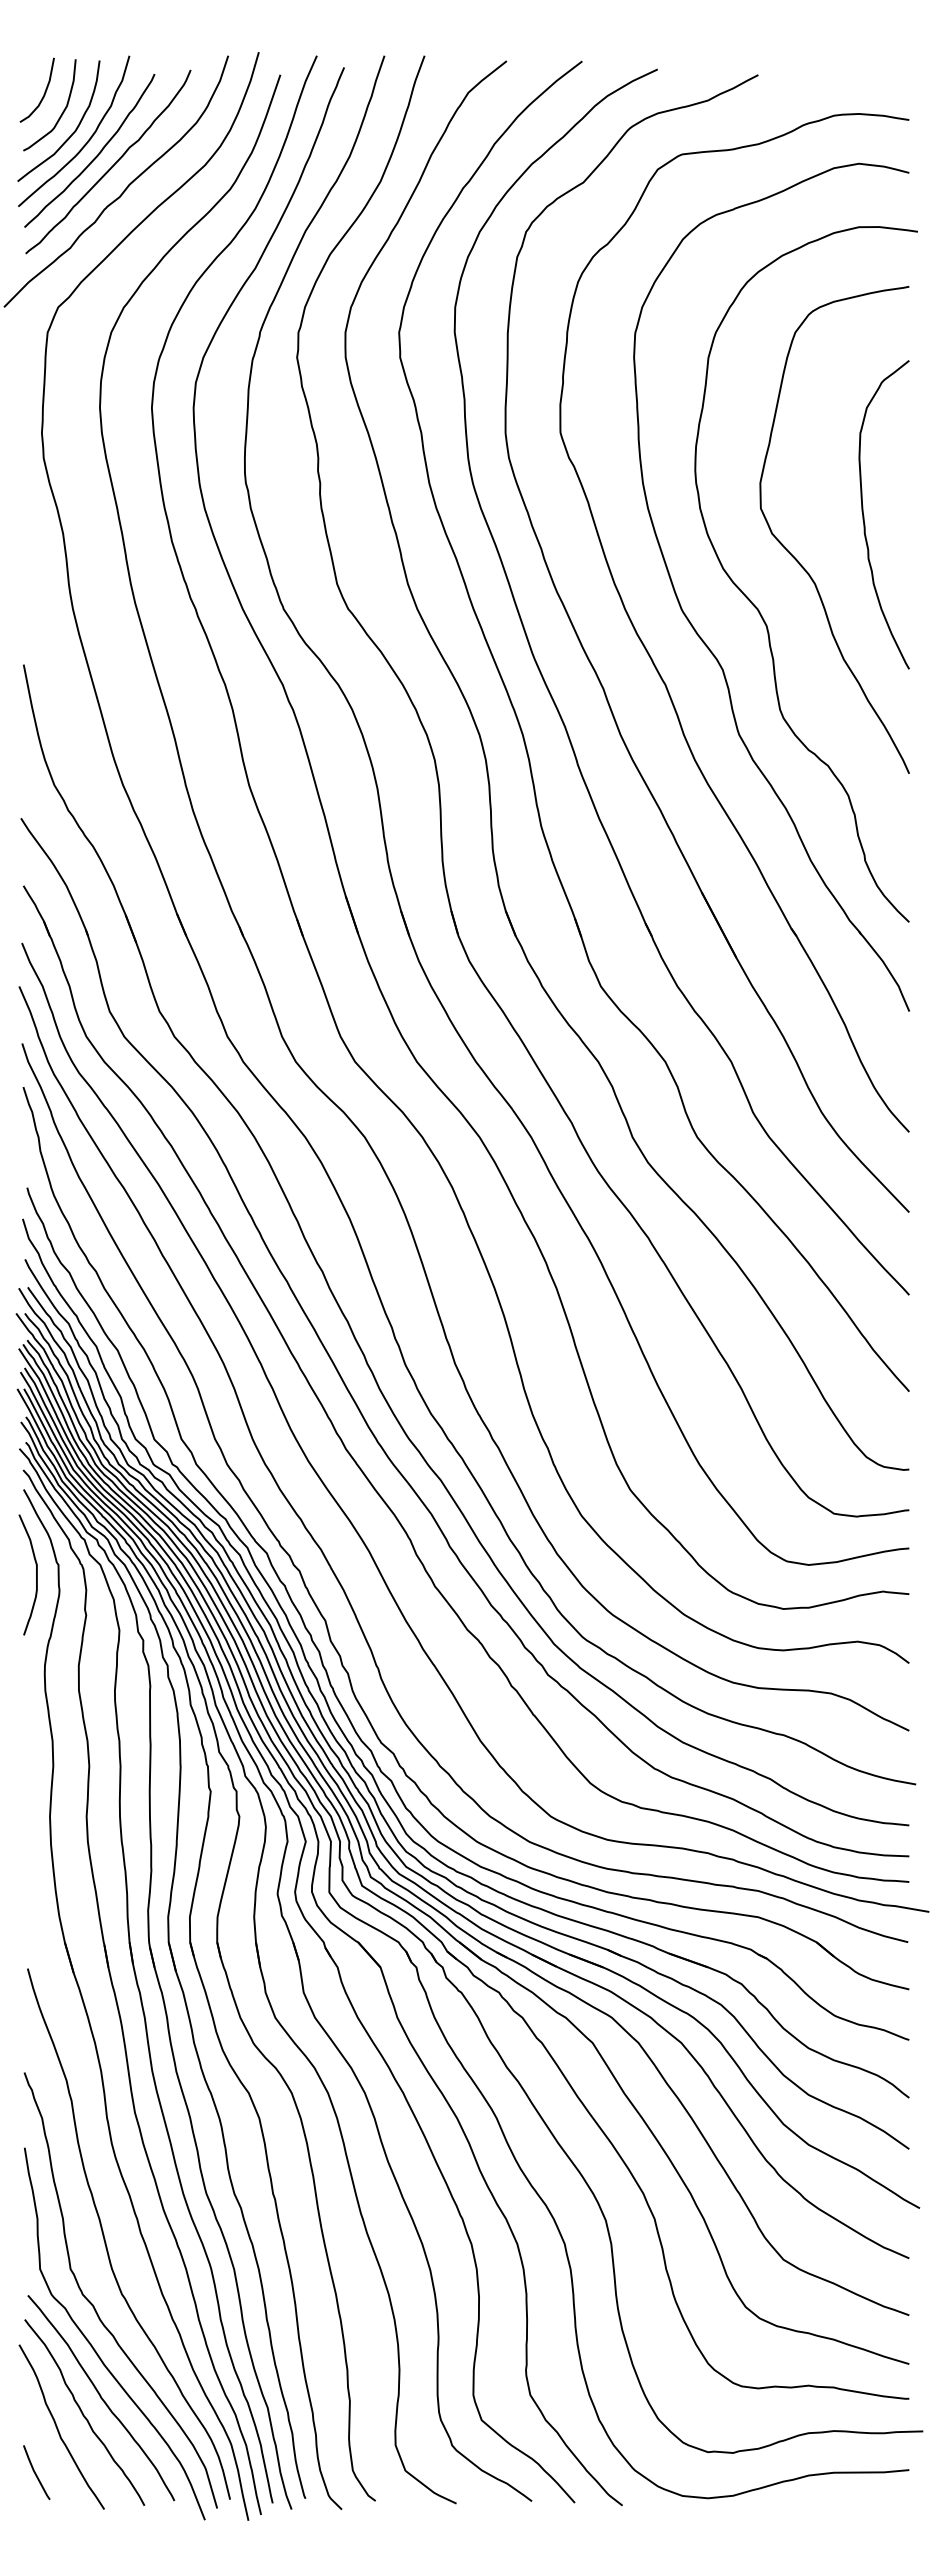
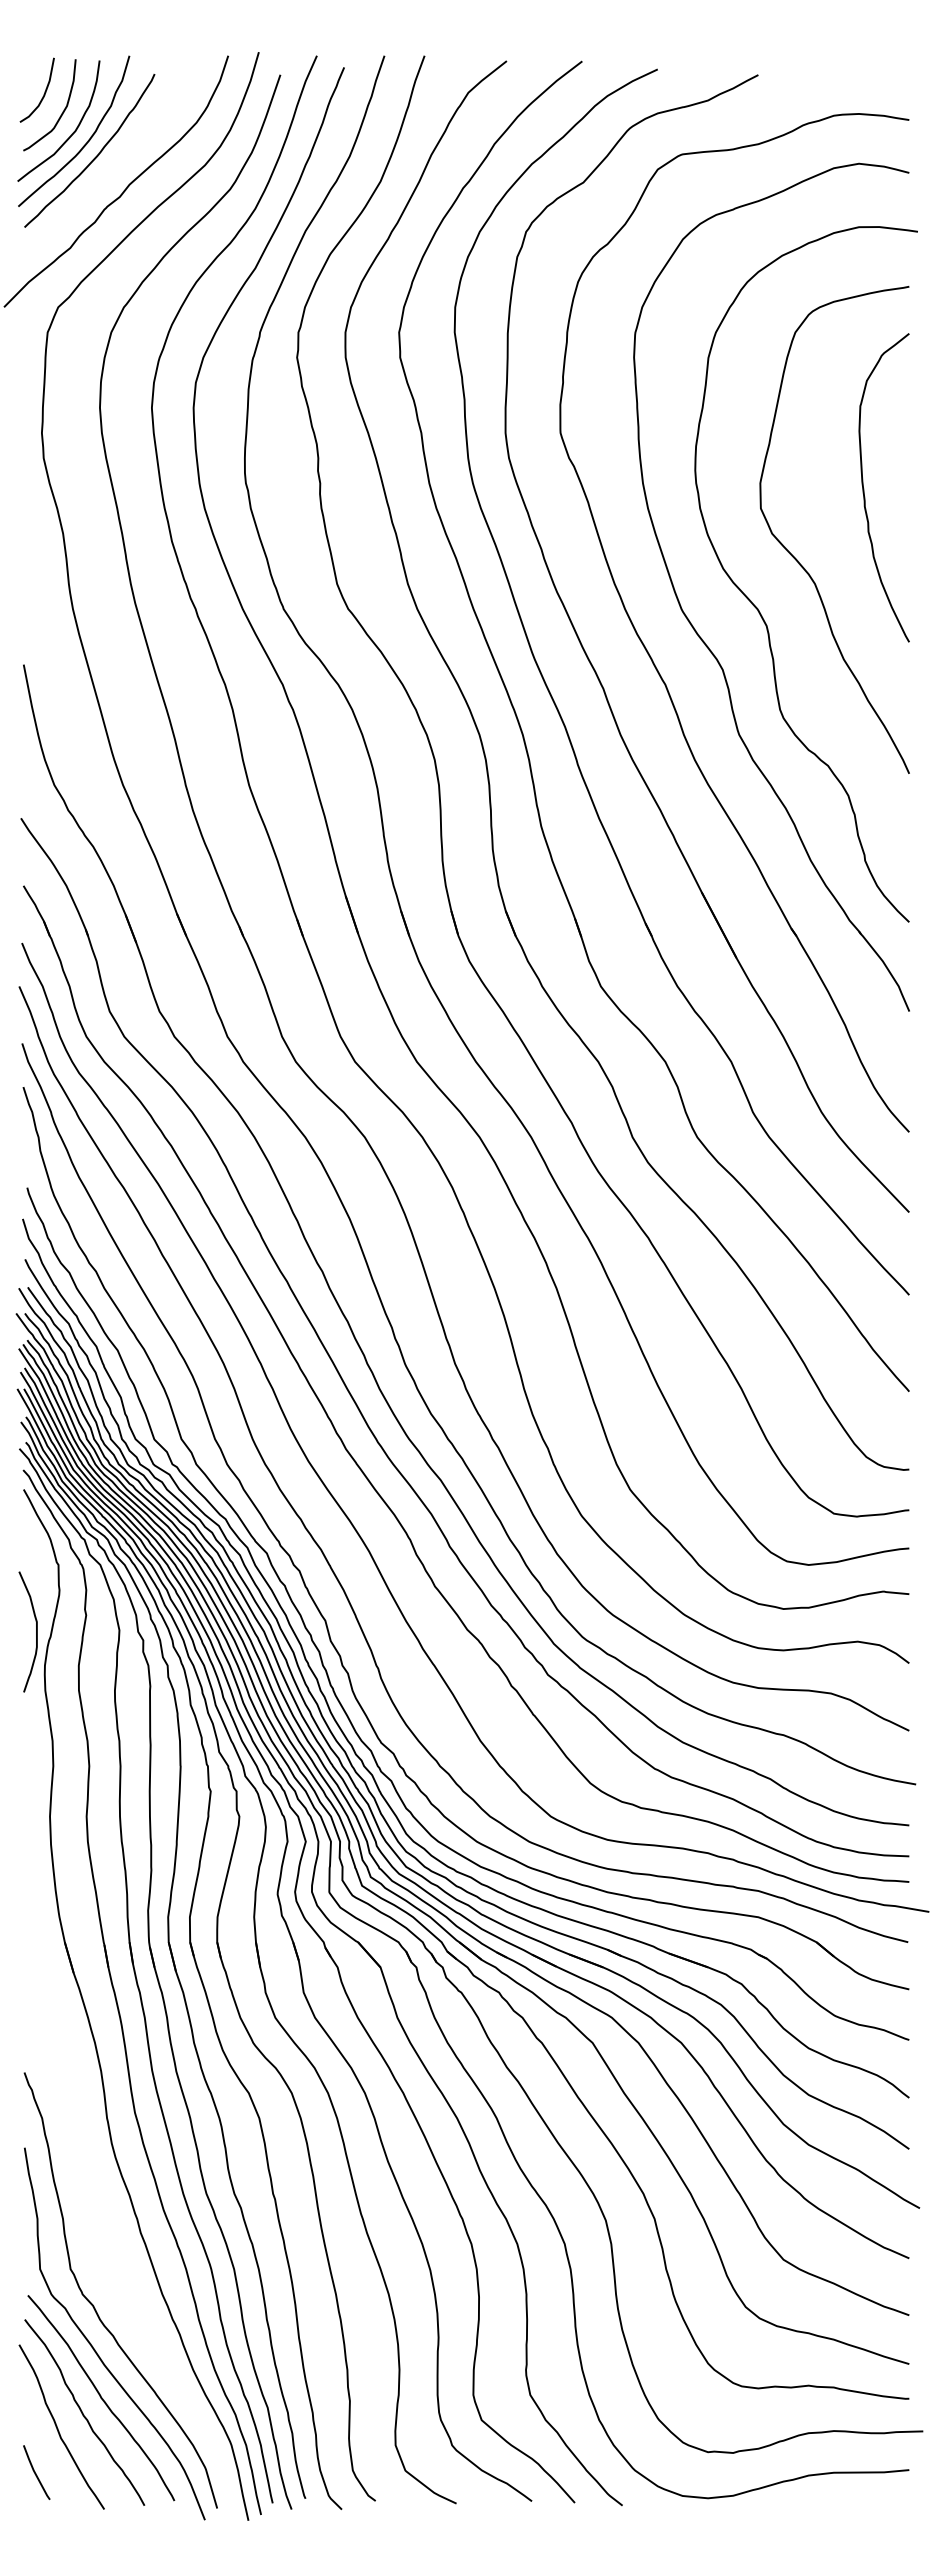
curve at (112, 165): present -> none
curve at (864, 515) position: (864, 515) -> (864, 488)
curve at (36, 1574) position: (36, 1574) -> (36, 1631)
curve at (105, 2238): present -> none
